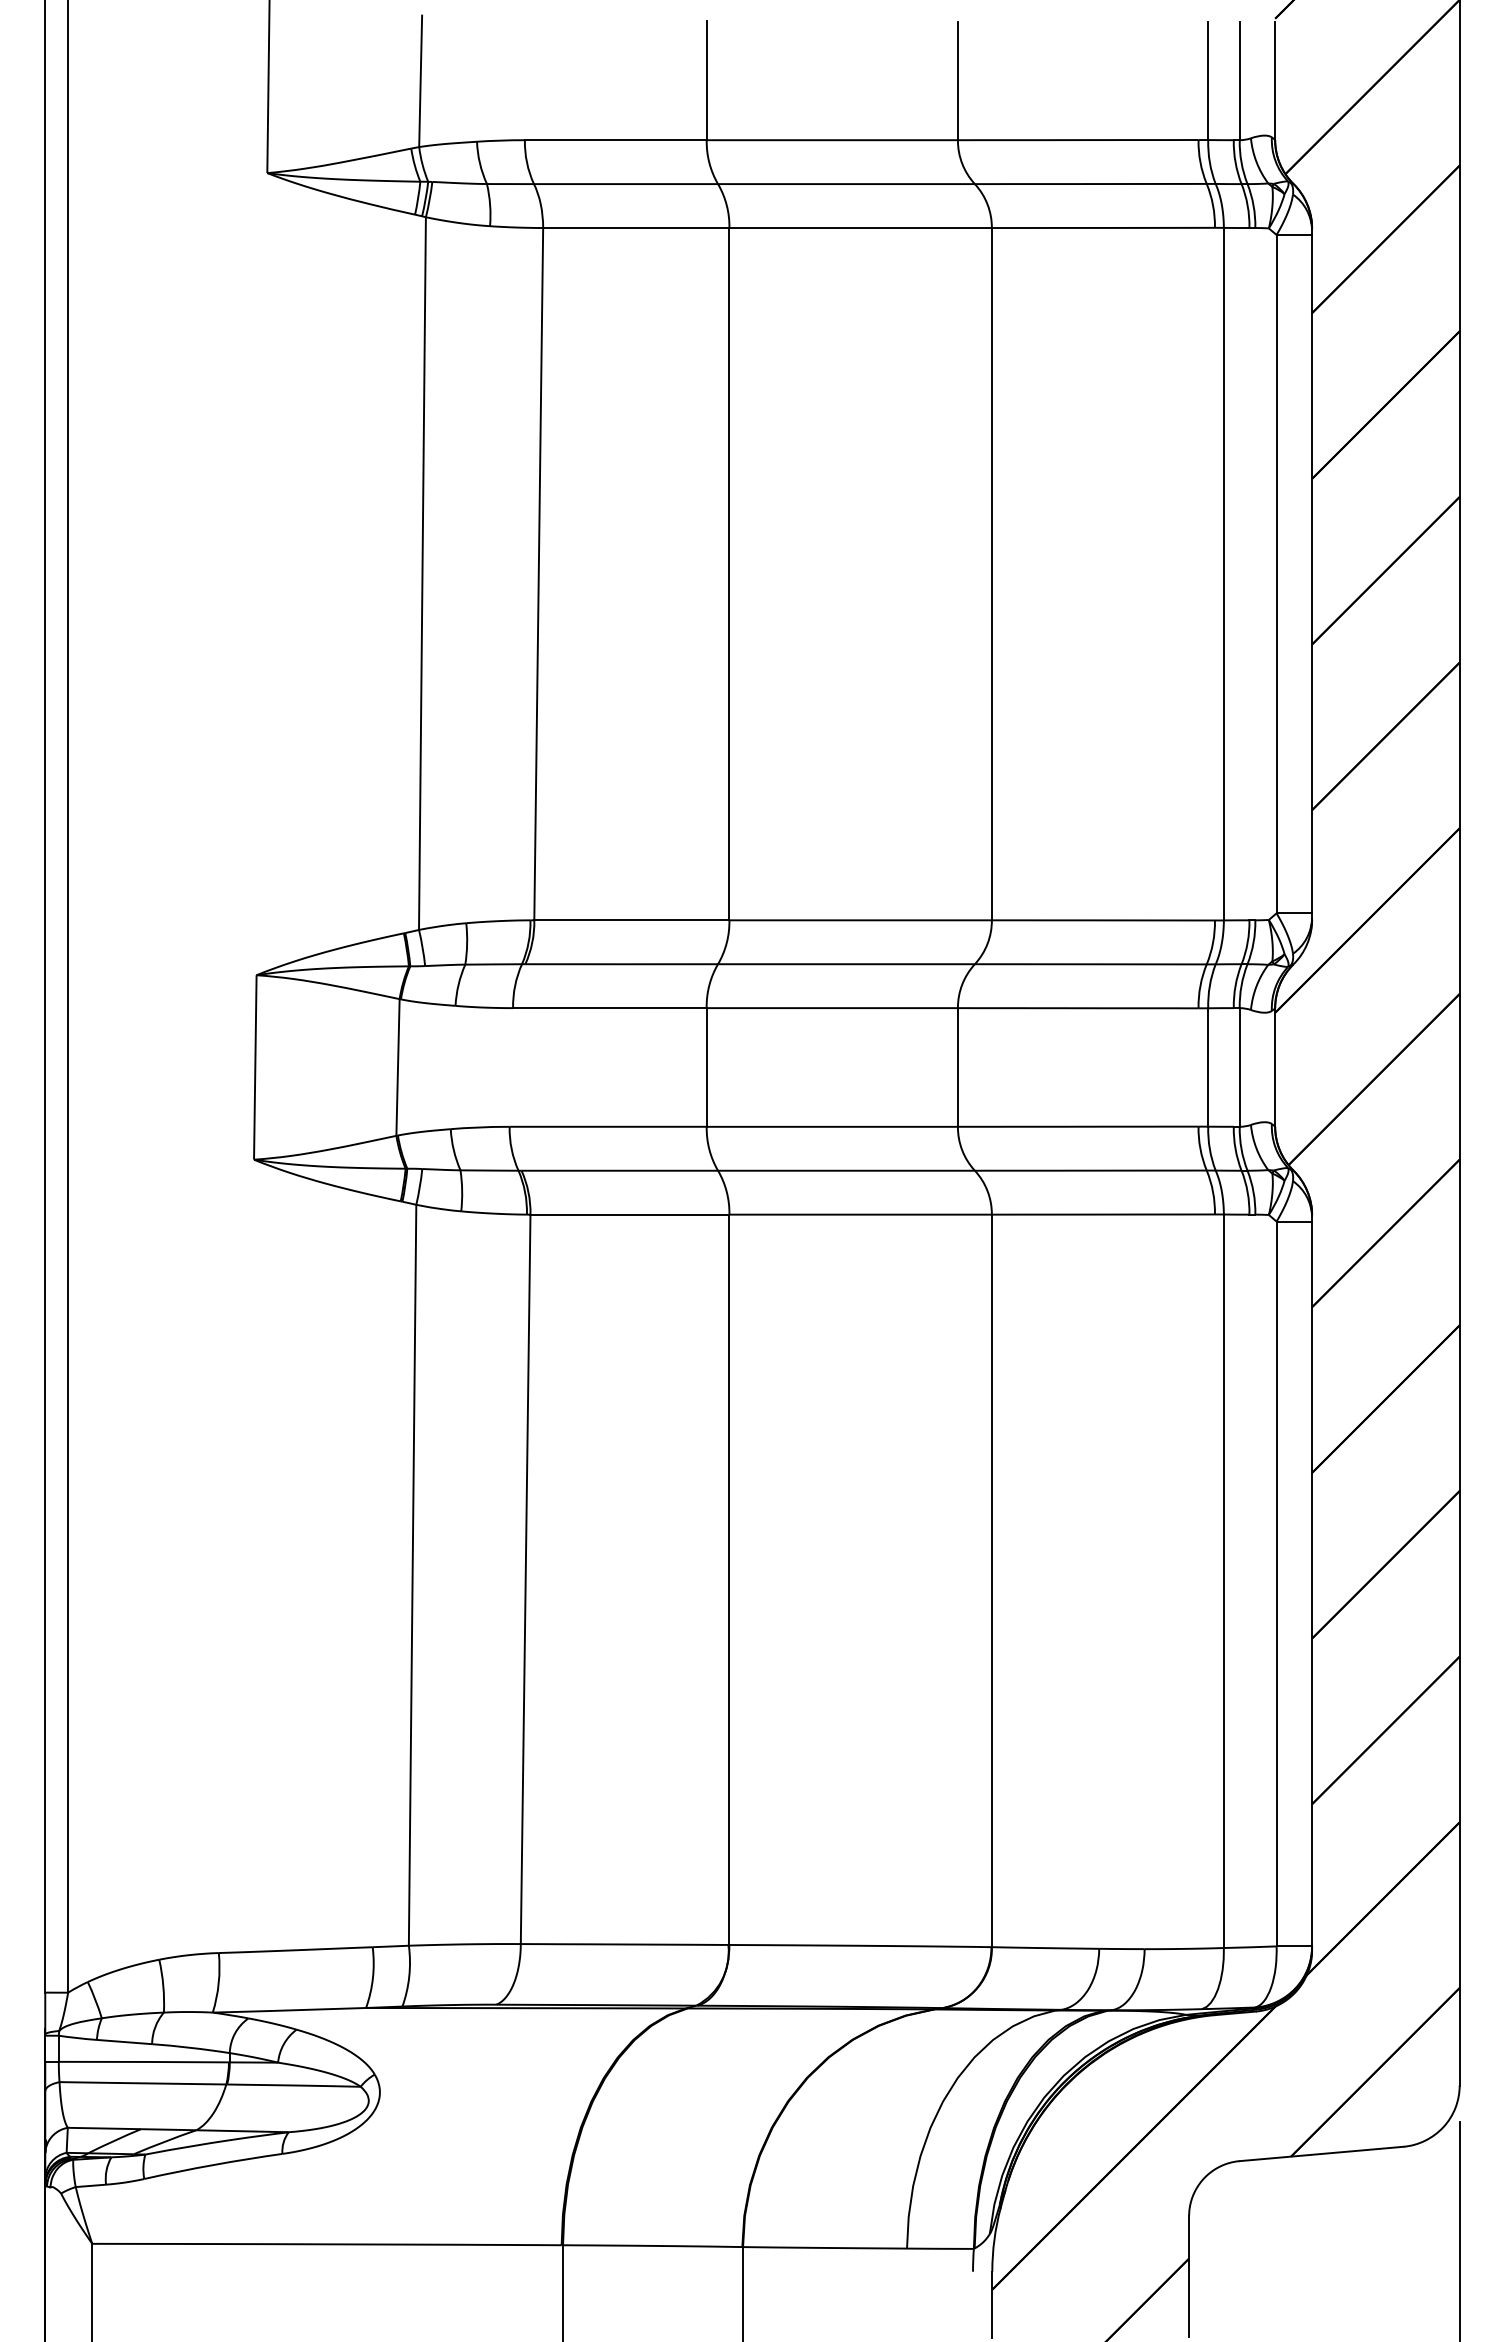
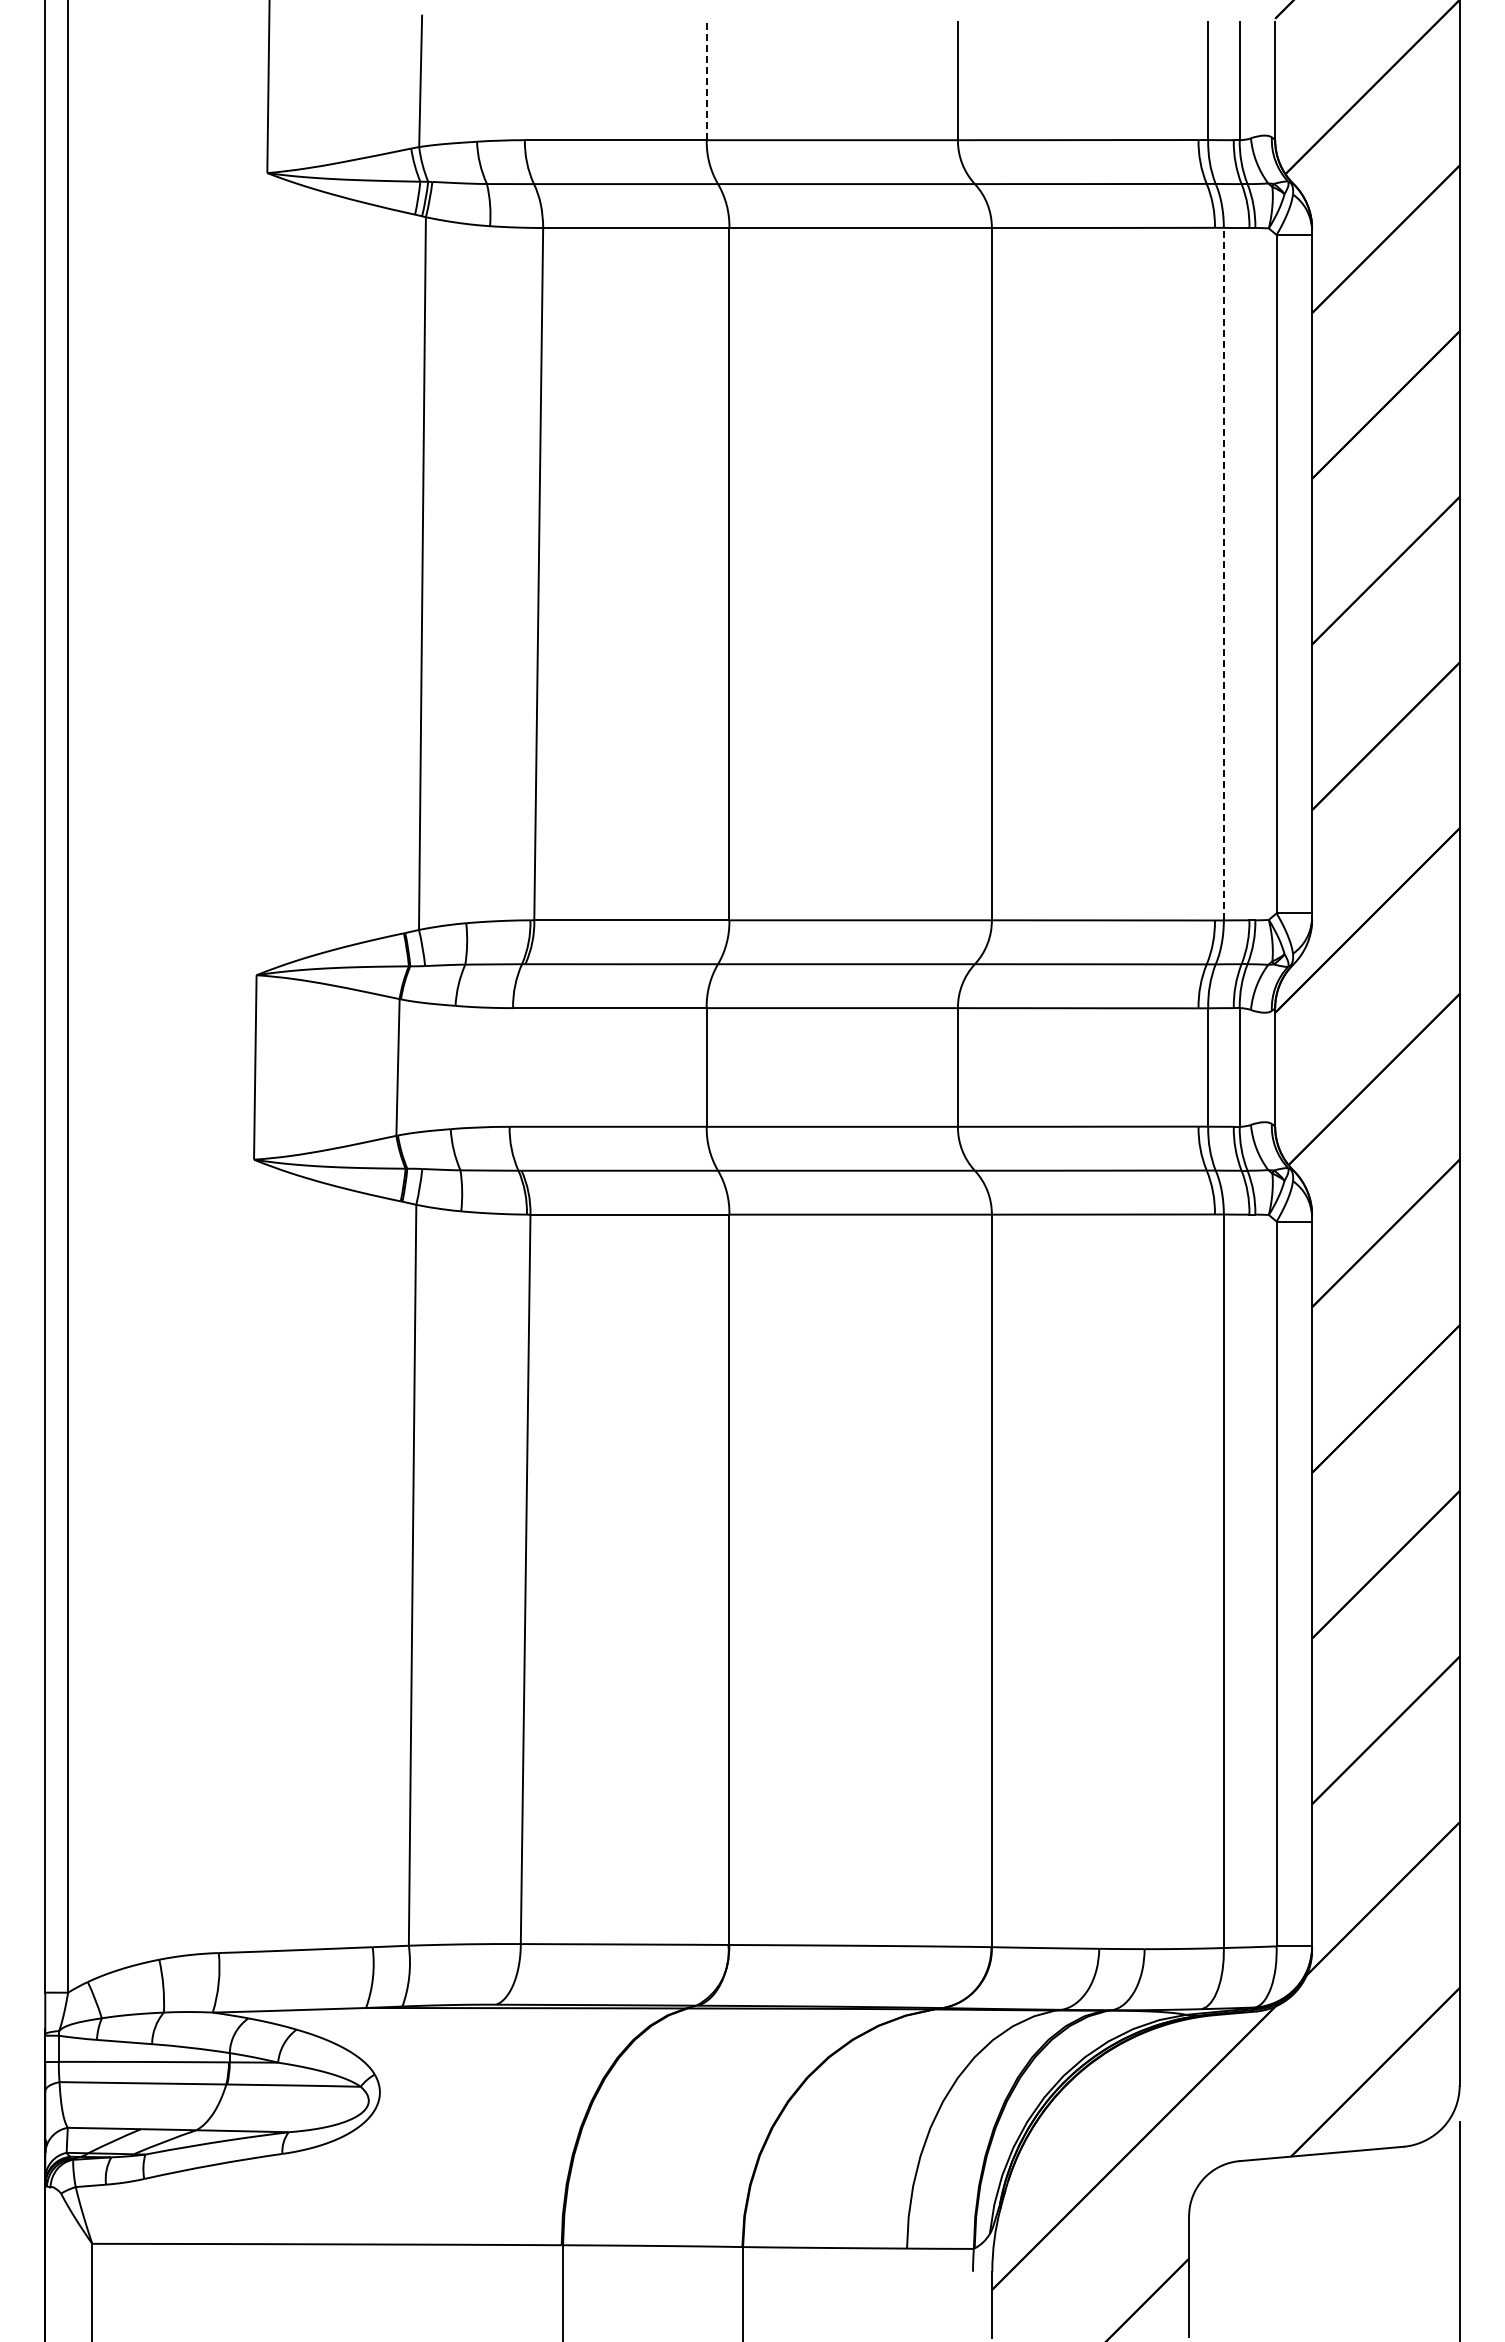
line at (706, 80): solid -> dashed
line at (1223, 573): solid -> dashed
